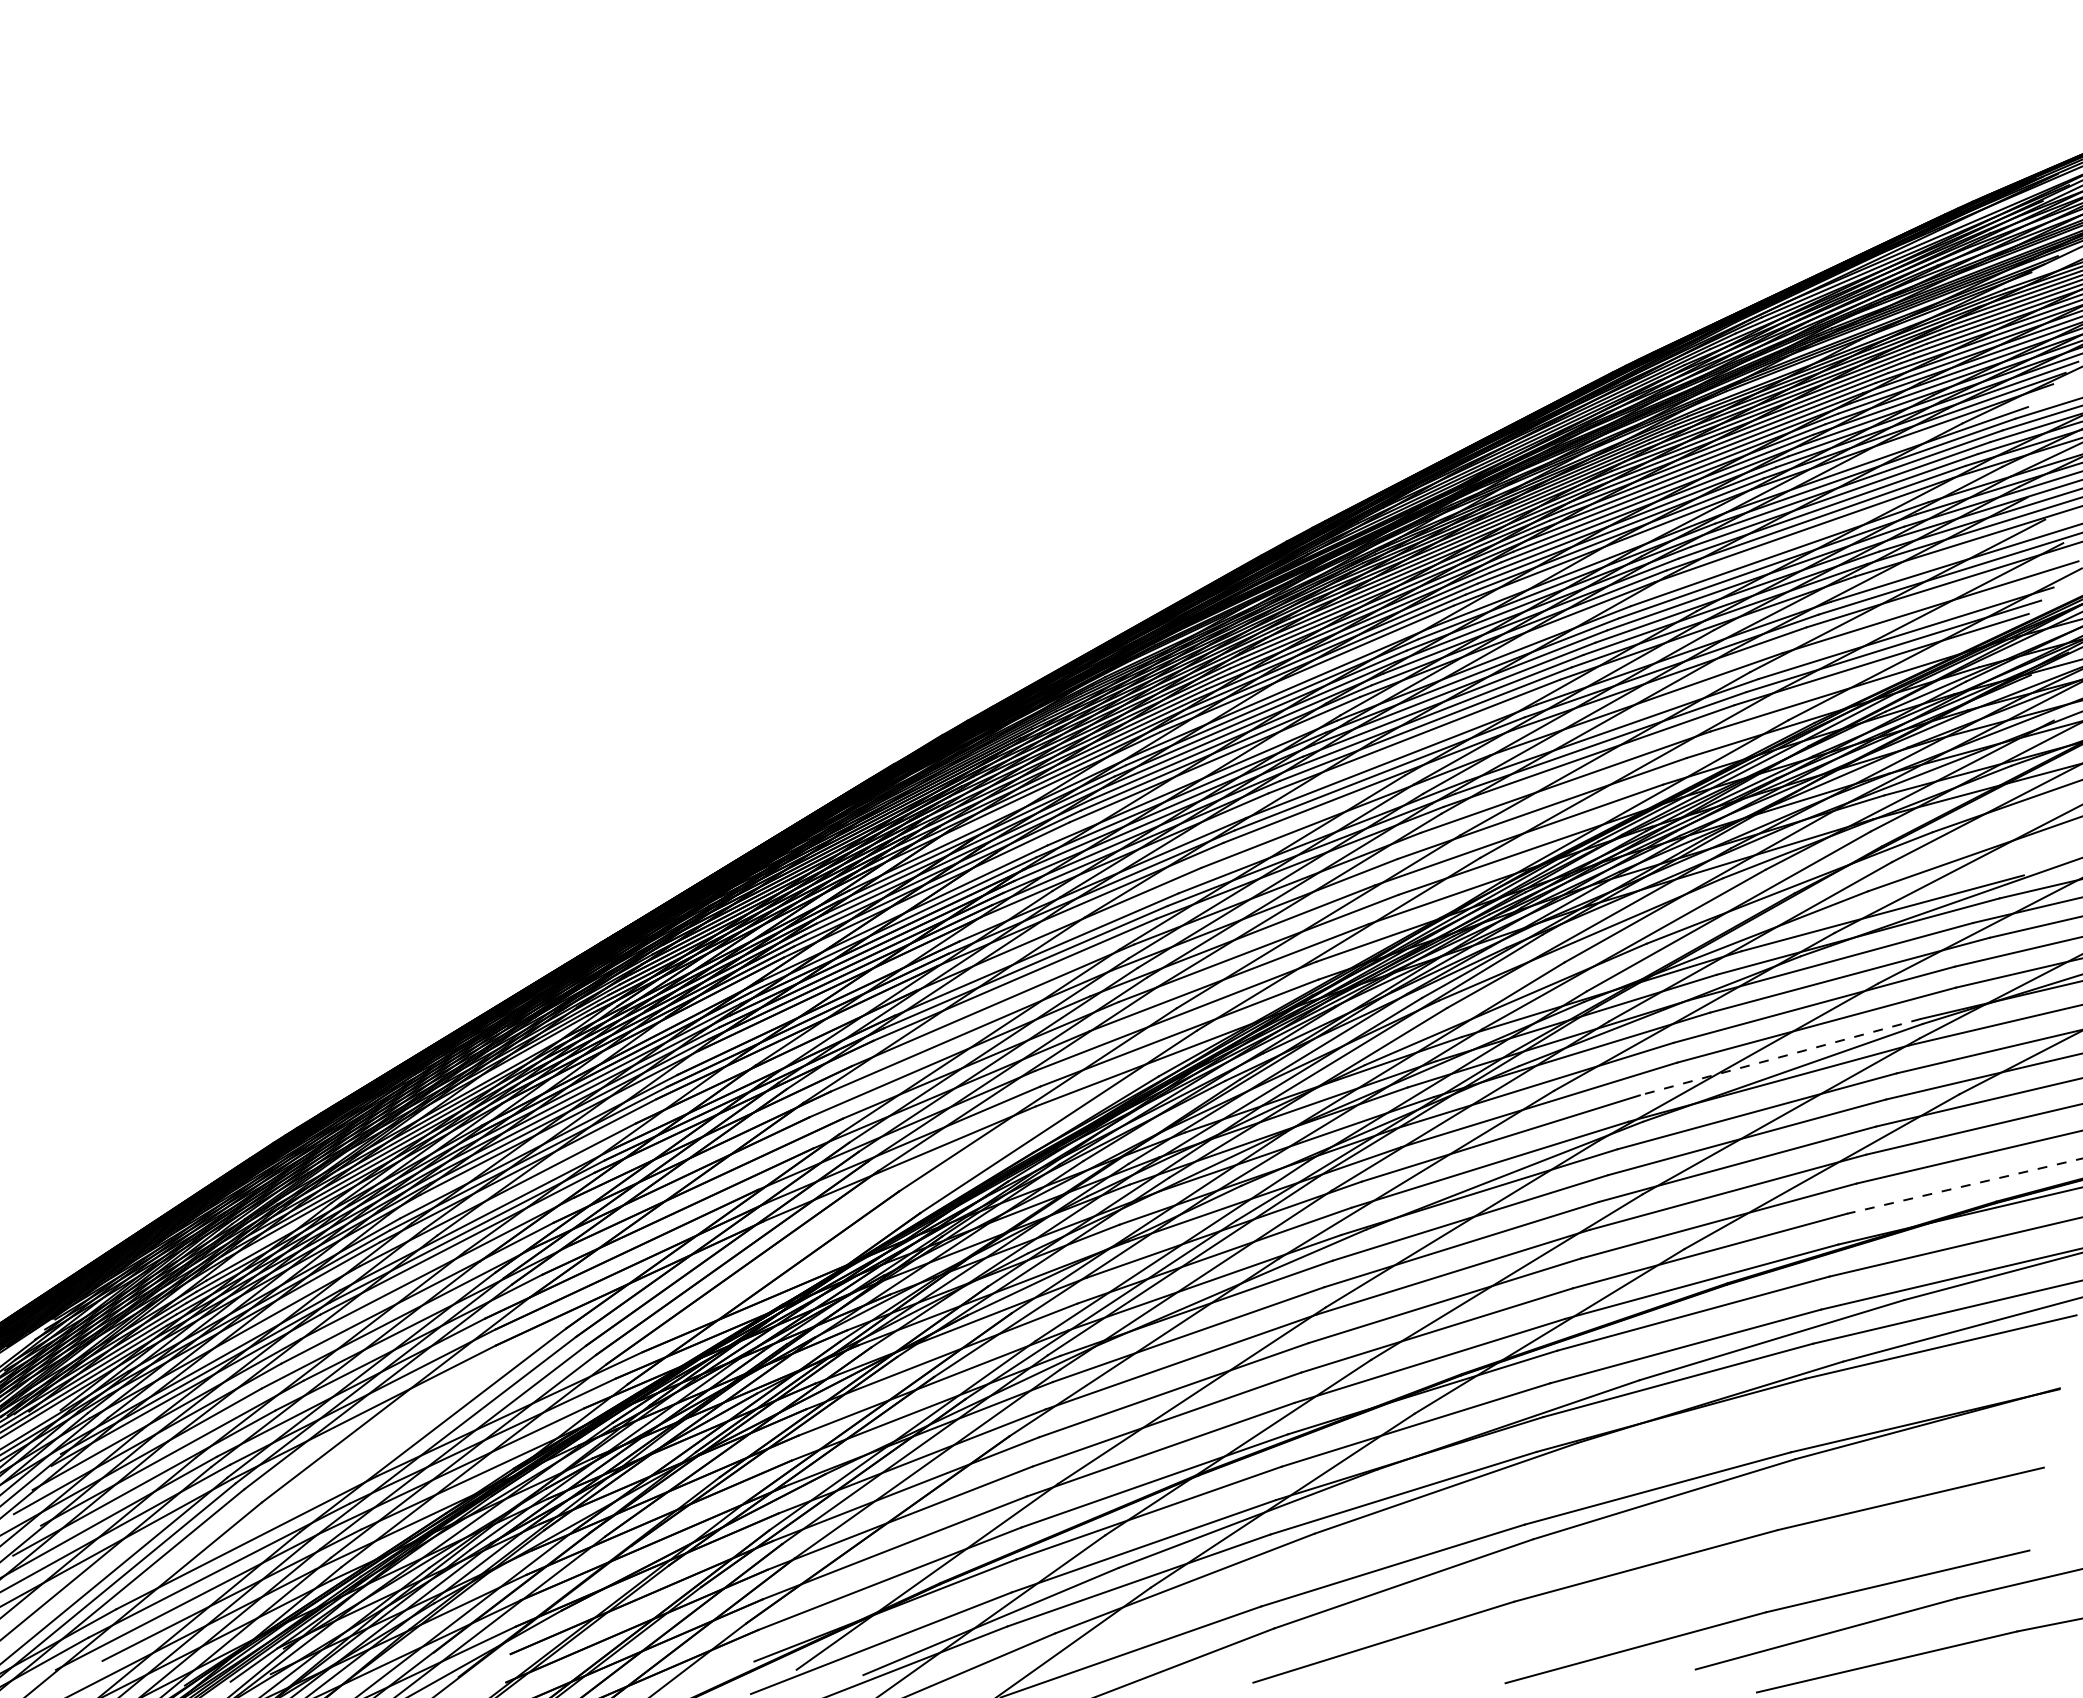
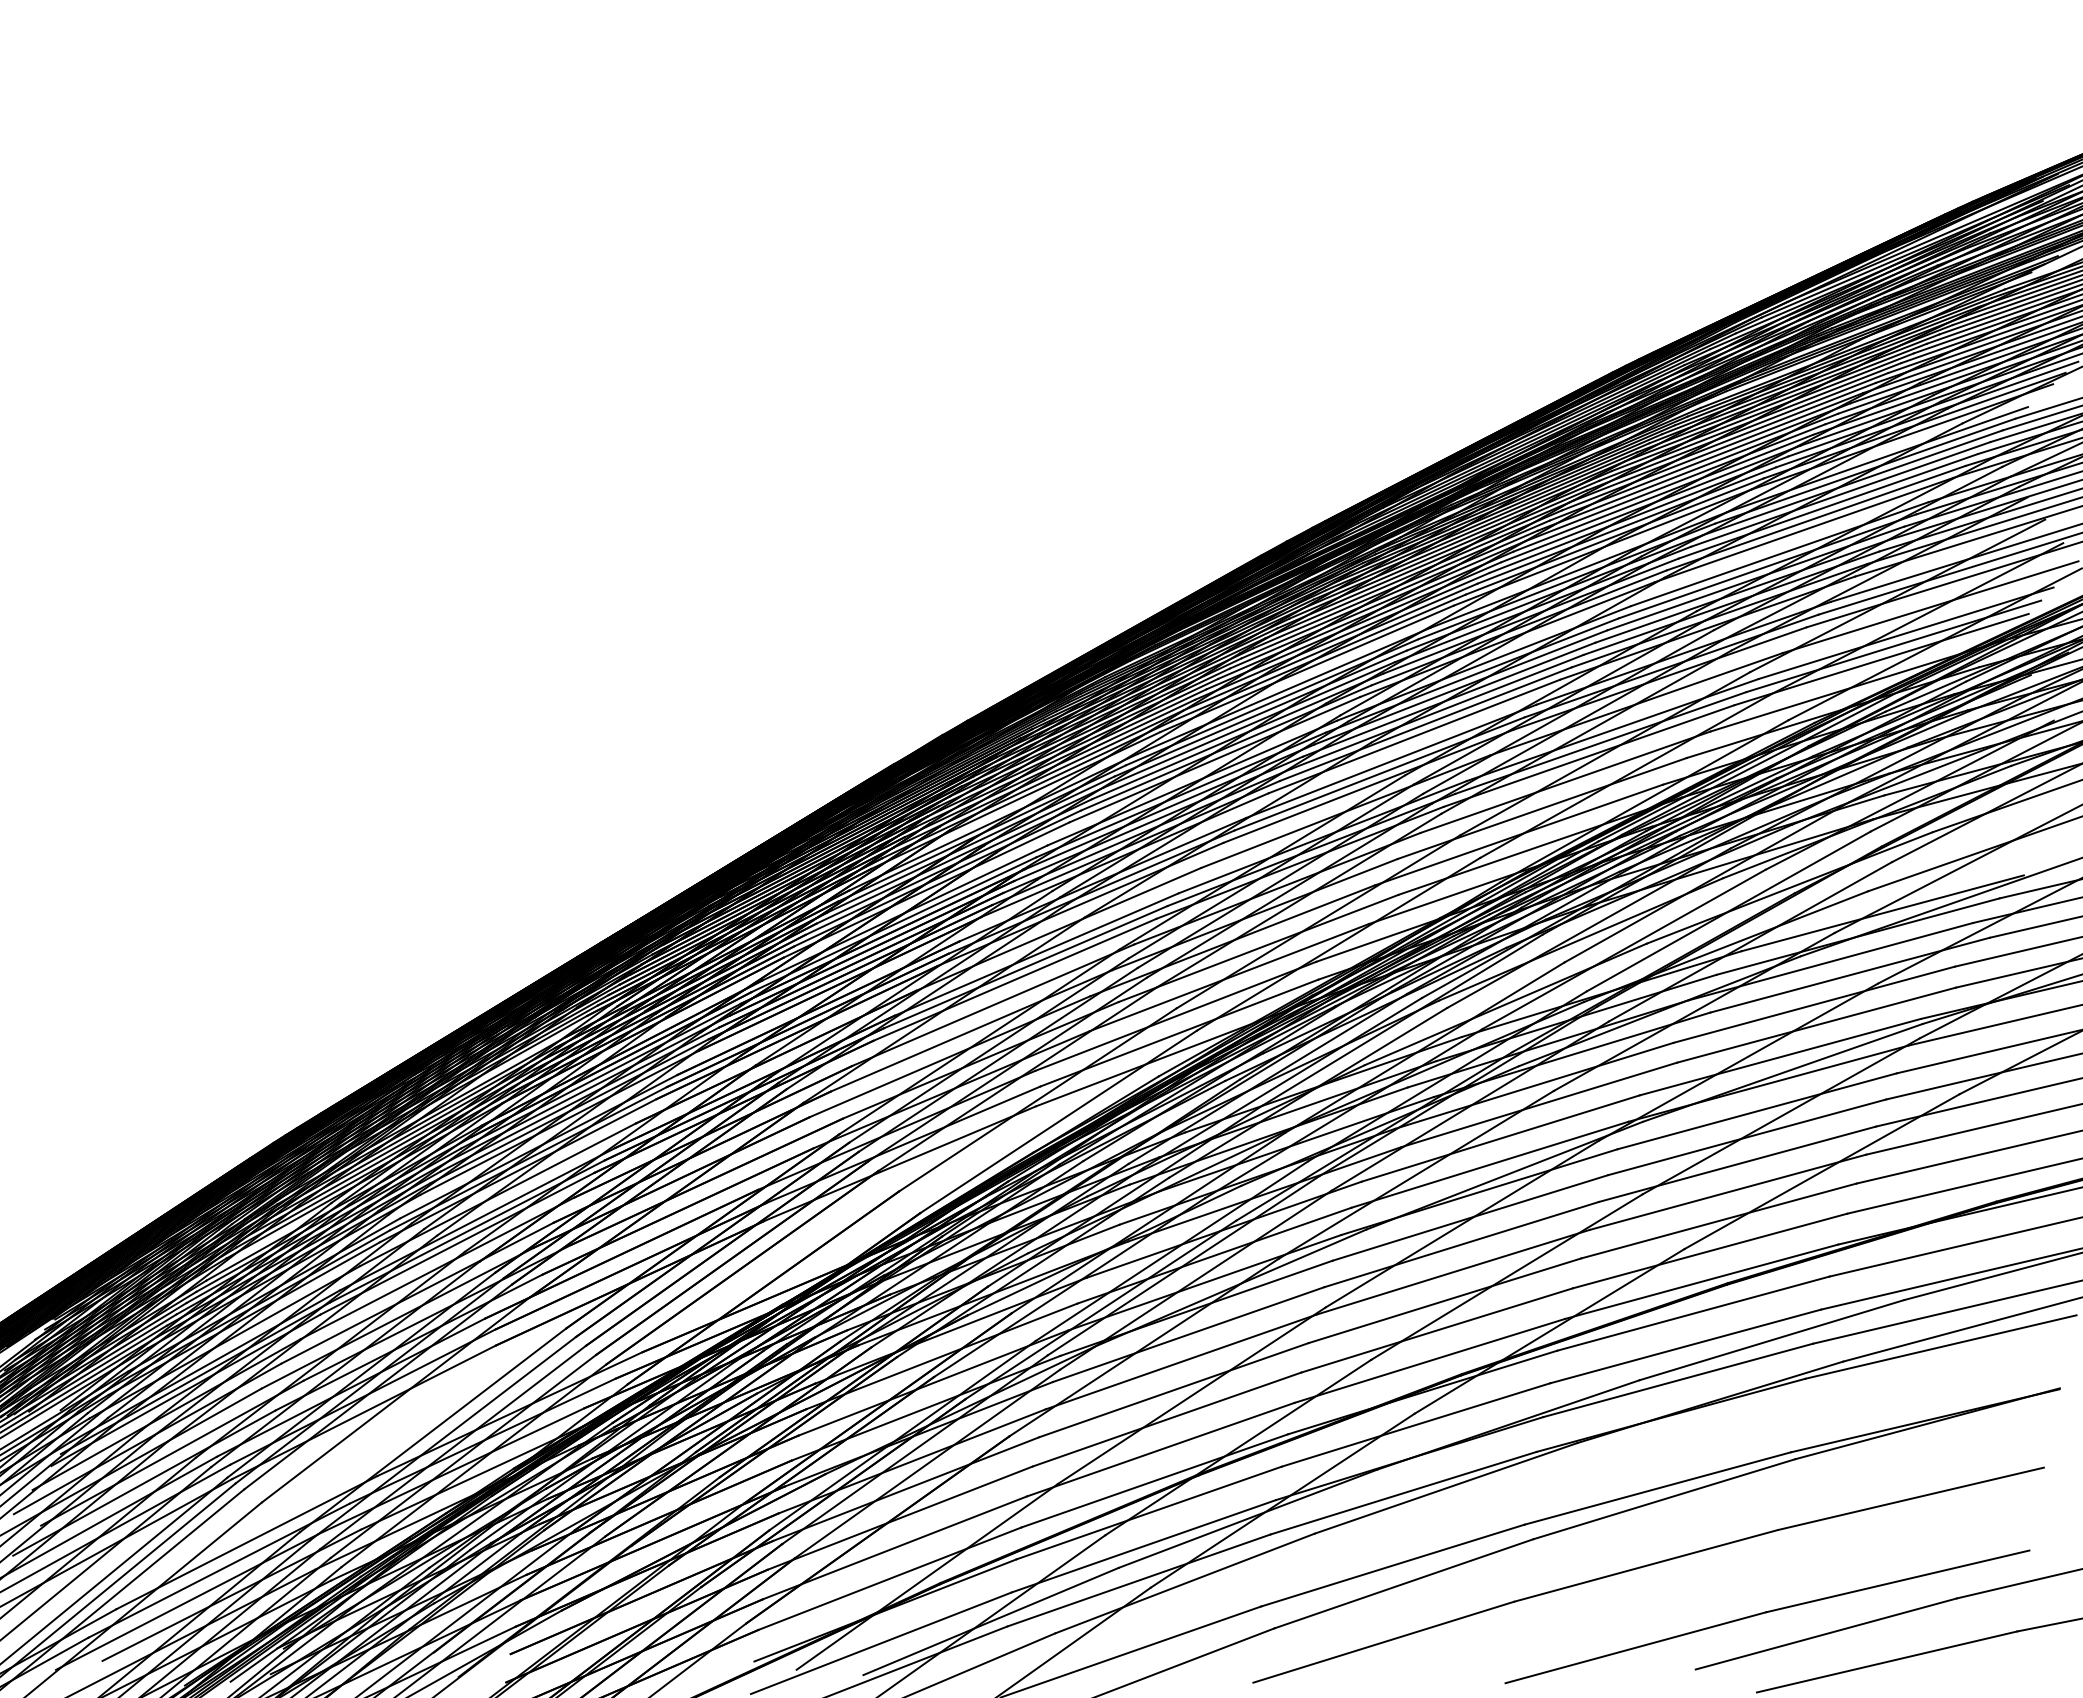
line at (1780, 1057): dashed -> solid
line at (1964, 1186): dashed -> solid
